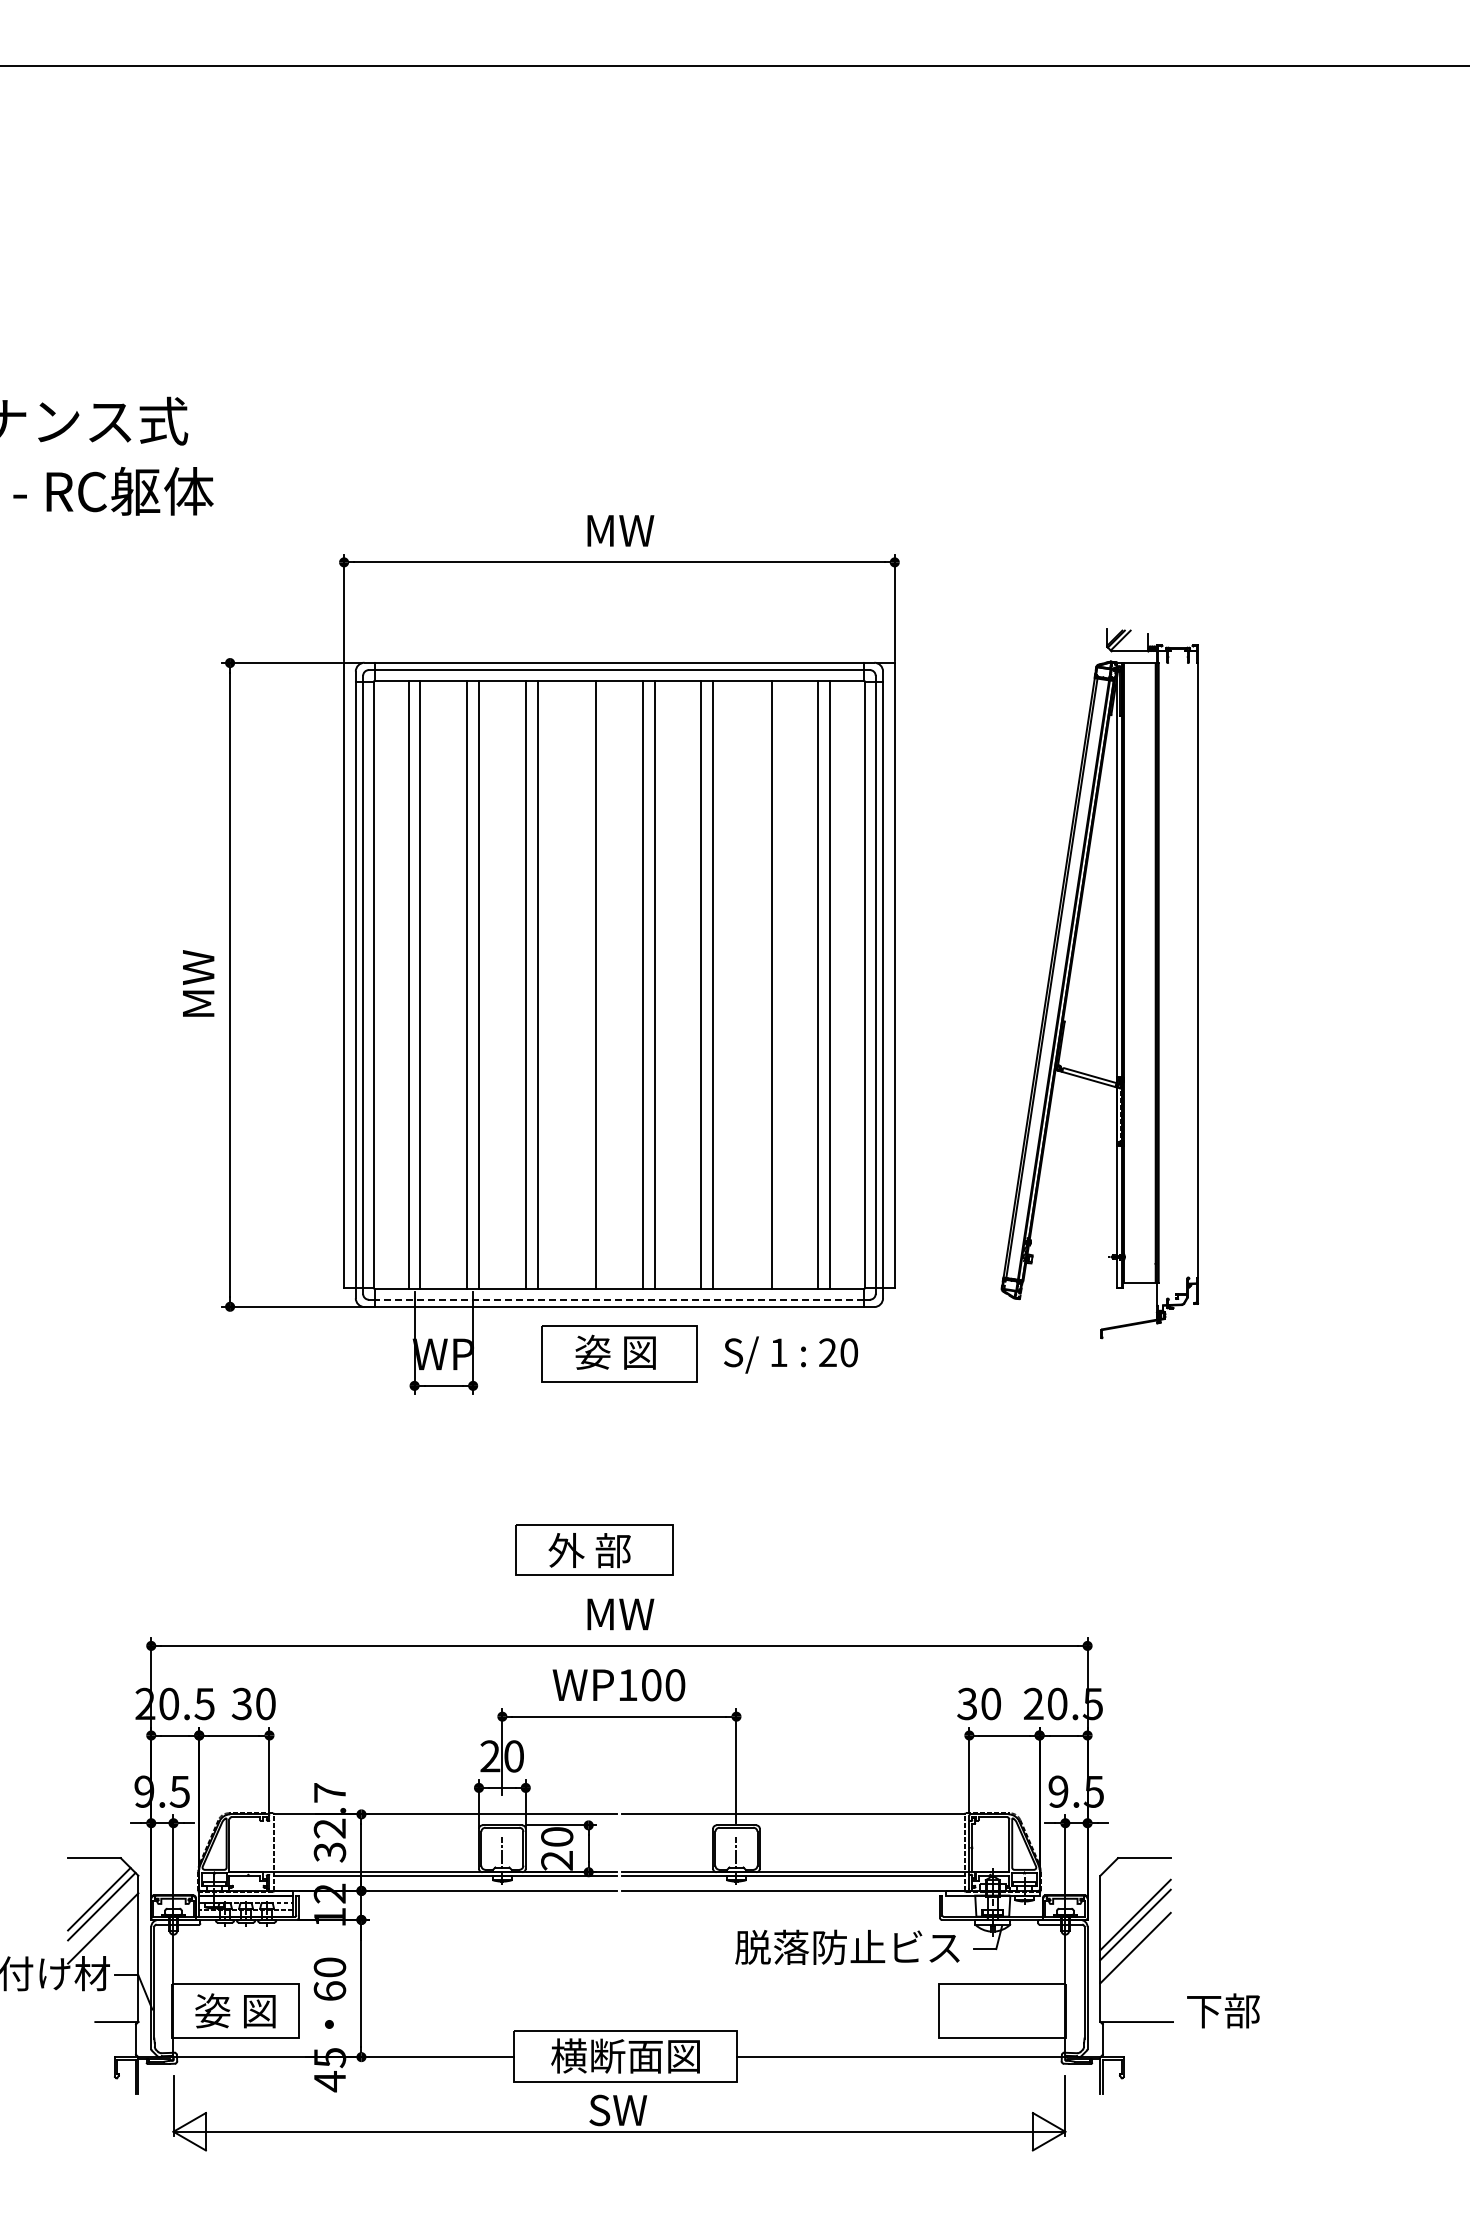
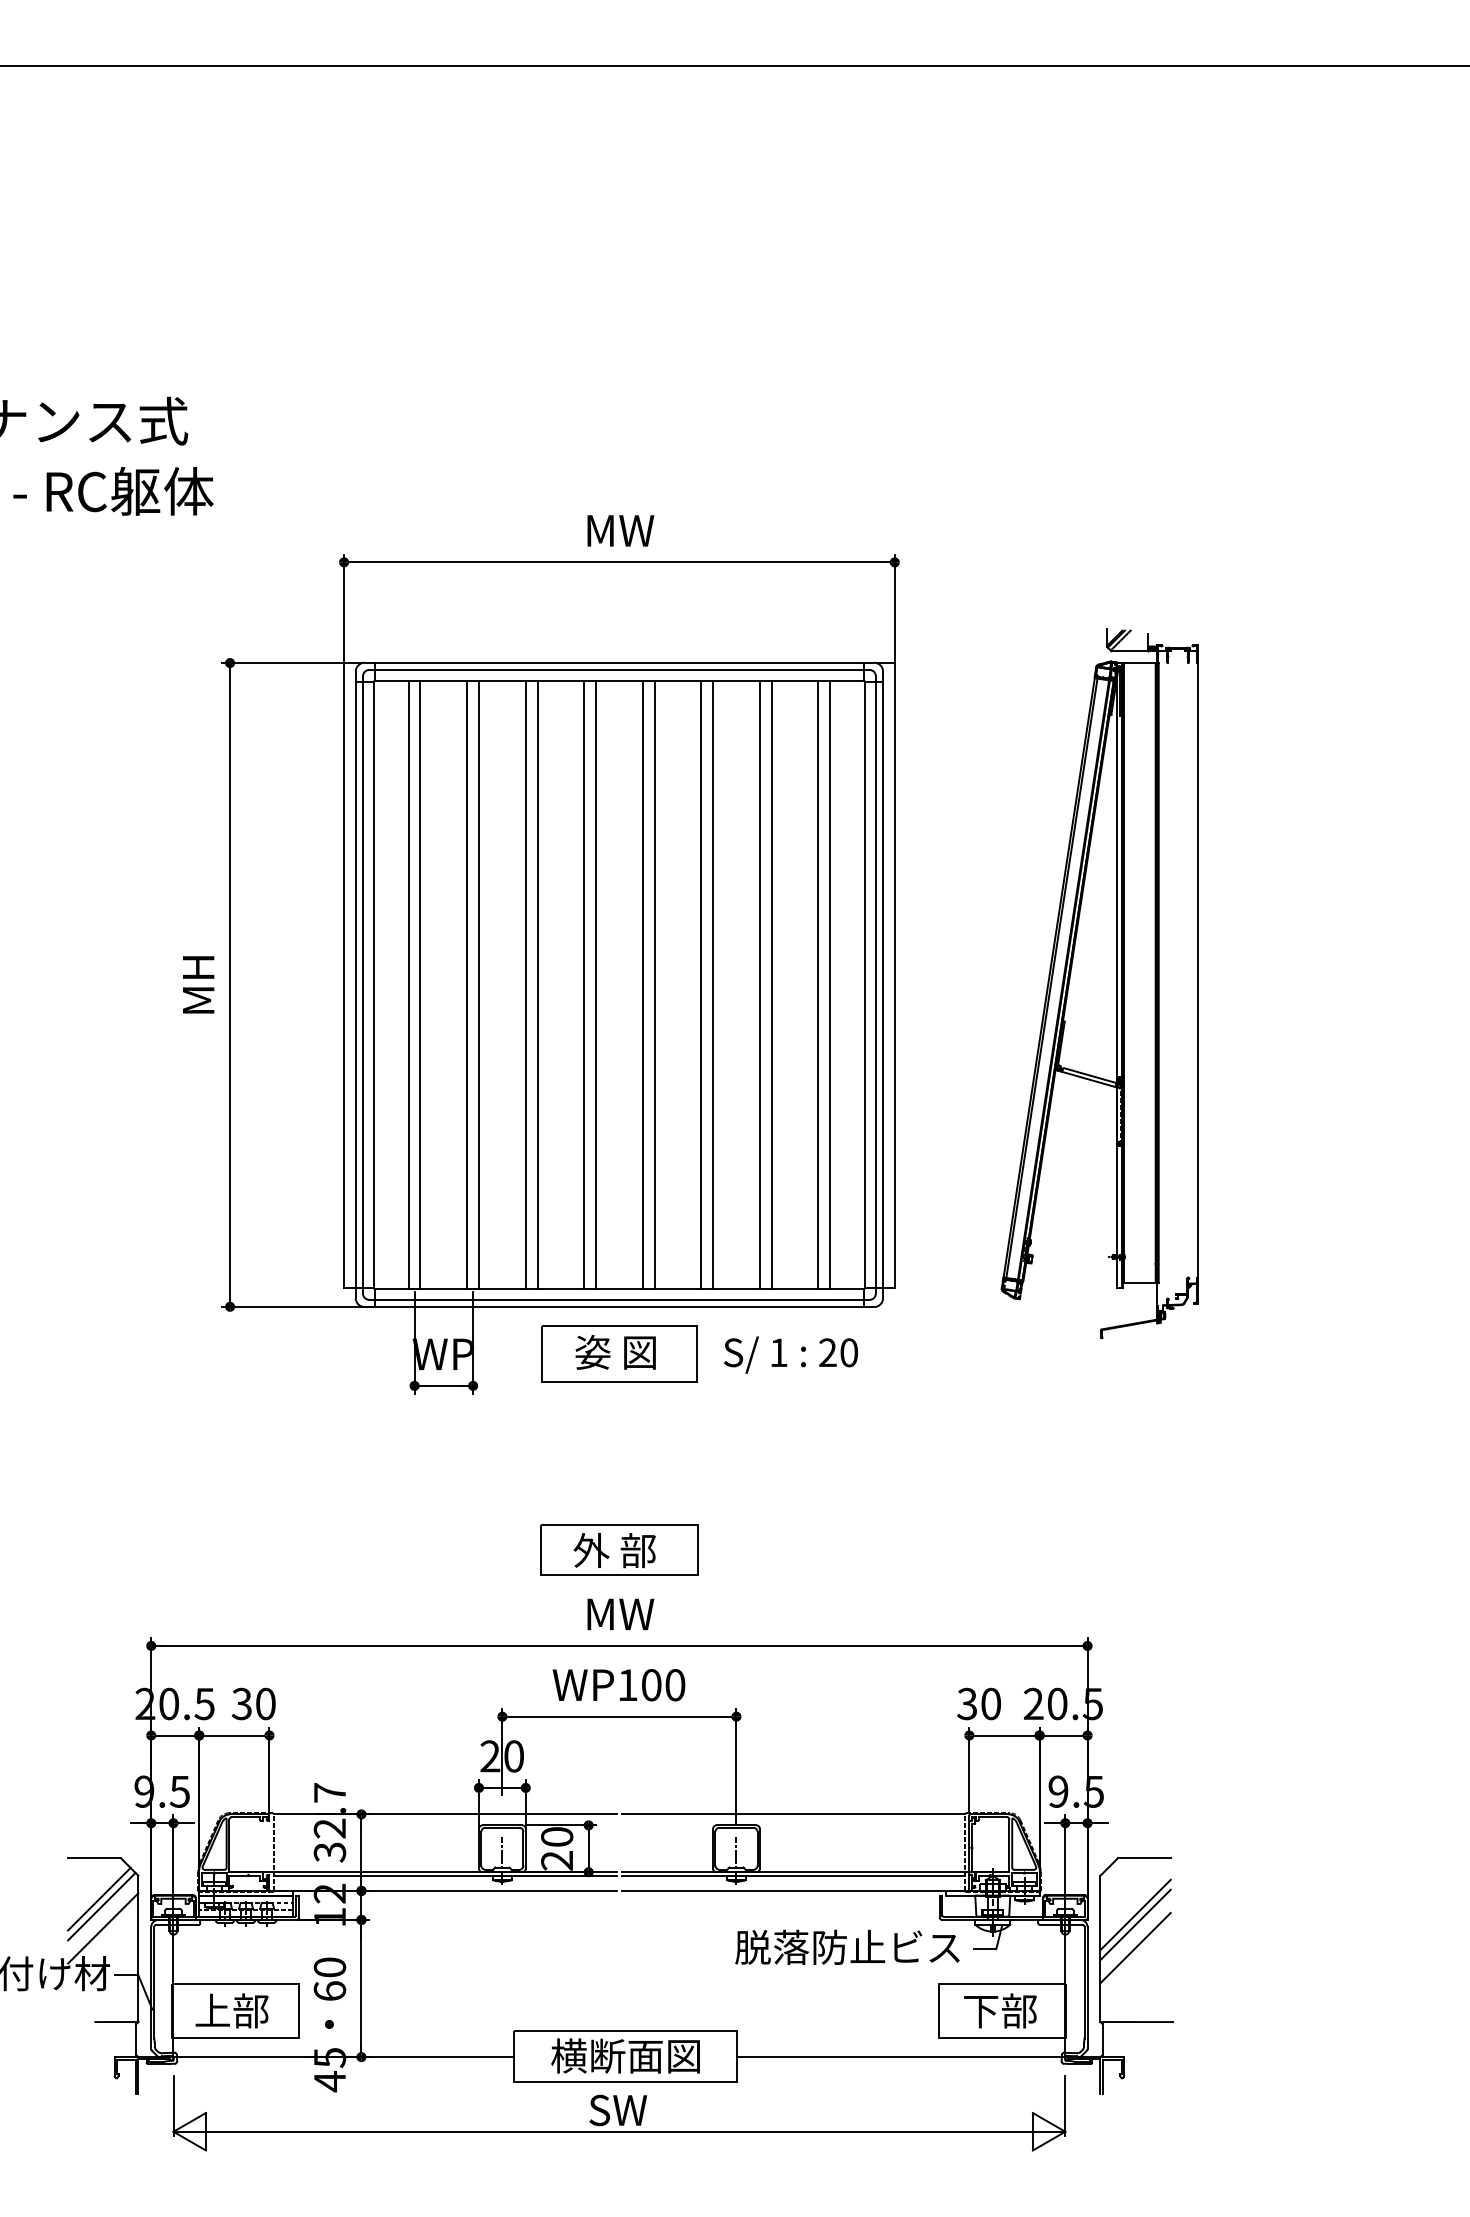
text at (198, 983): MW -> MH
line at (584, 984): none -> present
line at (759, 984): none -> present
line at (619, 1299): dashed -> solid
part at (594, 1549) position: (594, 1549) -> (619, 1549)
text at (235, 2010): 姿 図 -> 上部
text at (1223, 2010) position: (1223, 2010) -> (1000, 2010)
